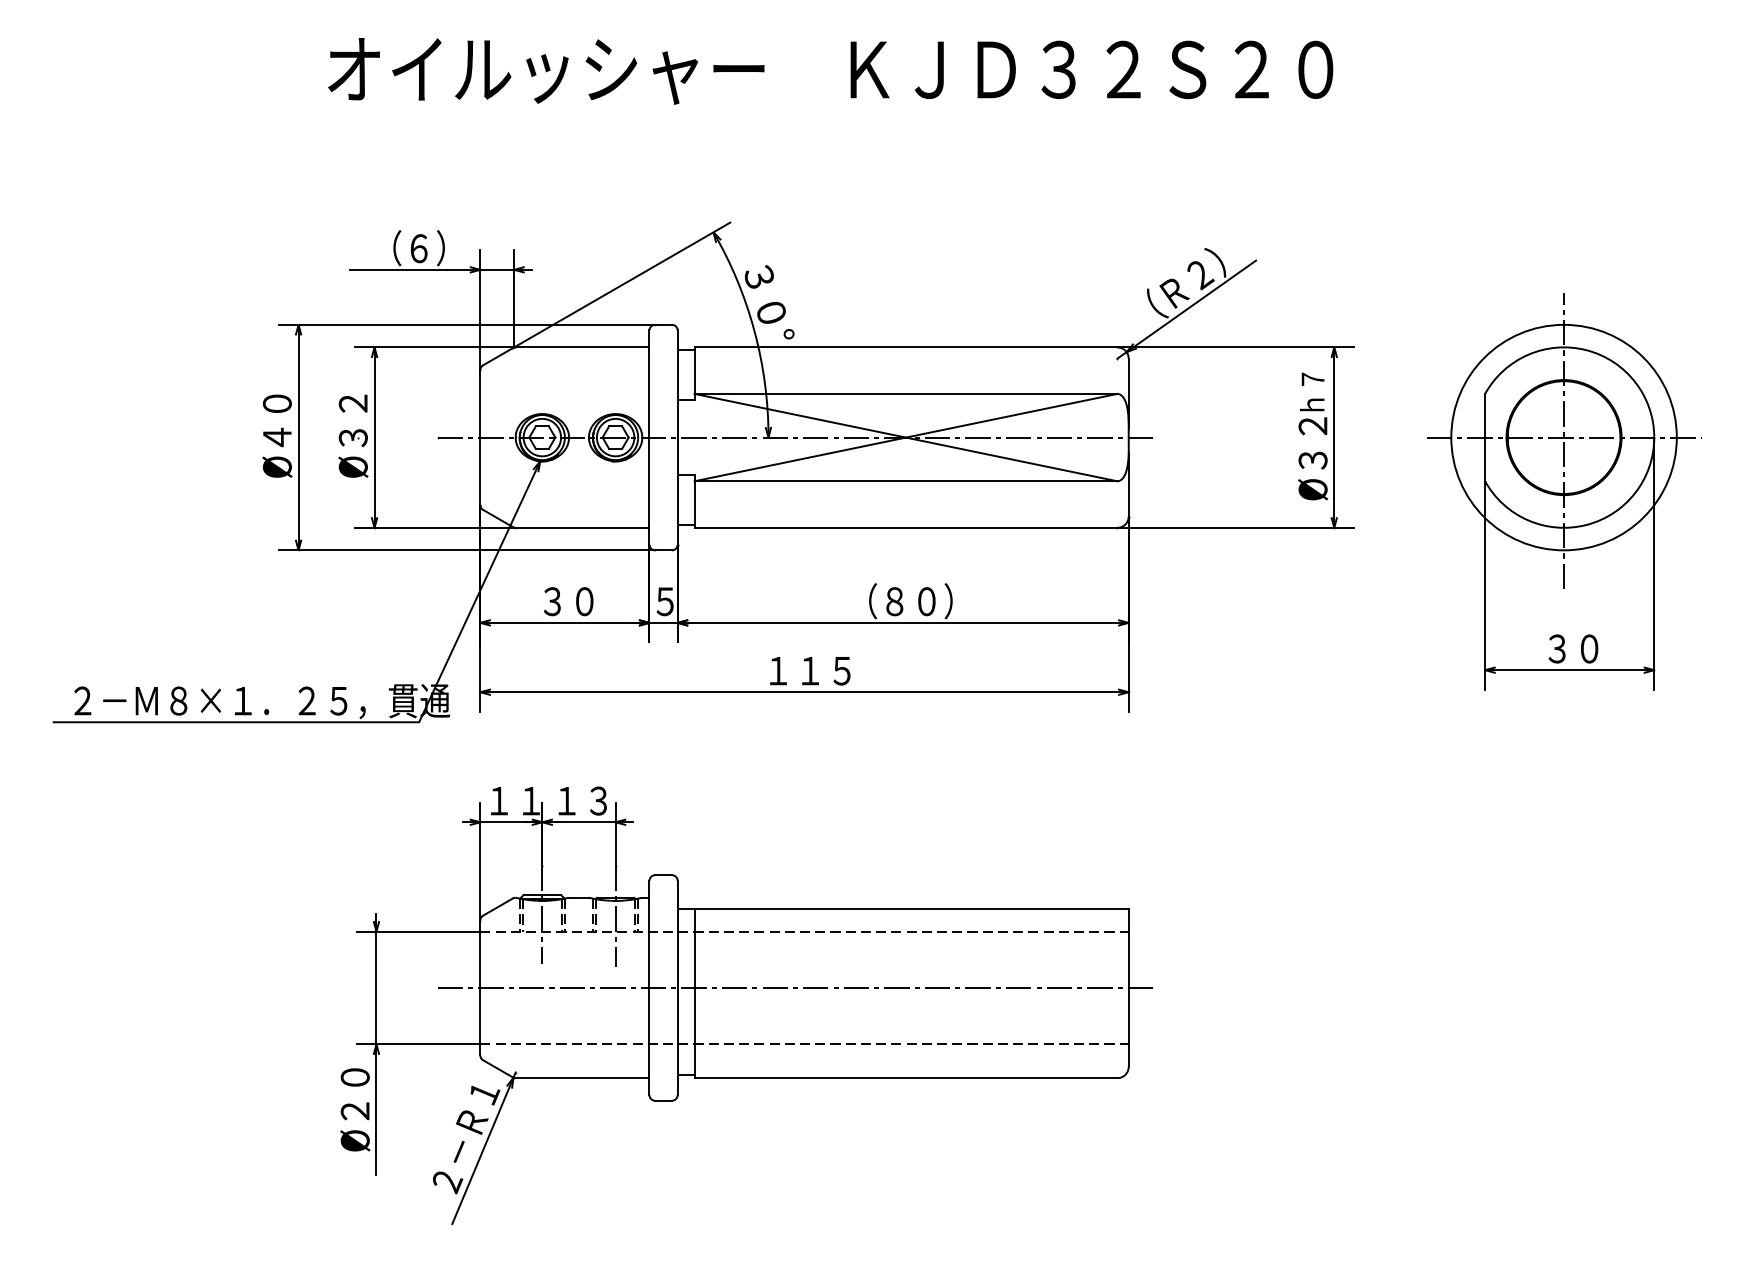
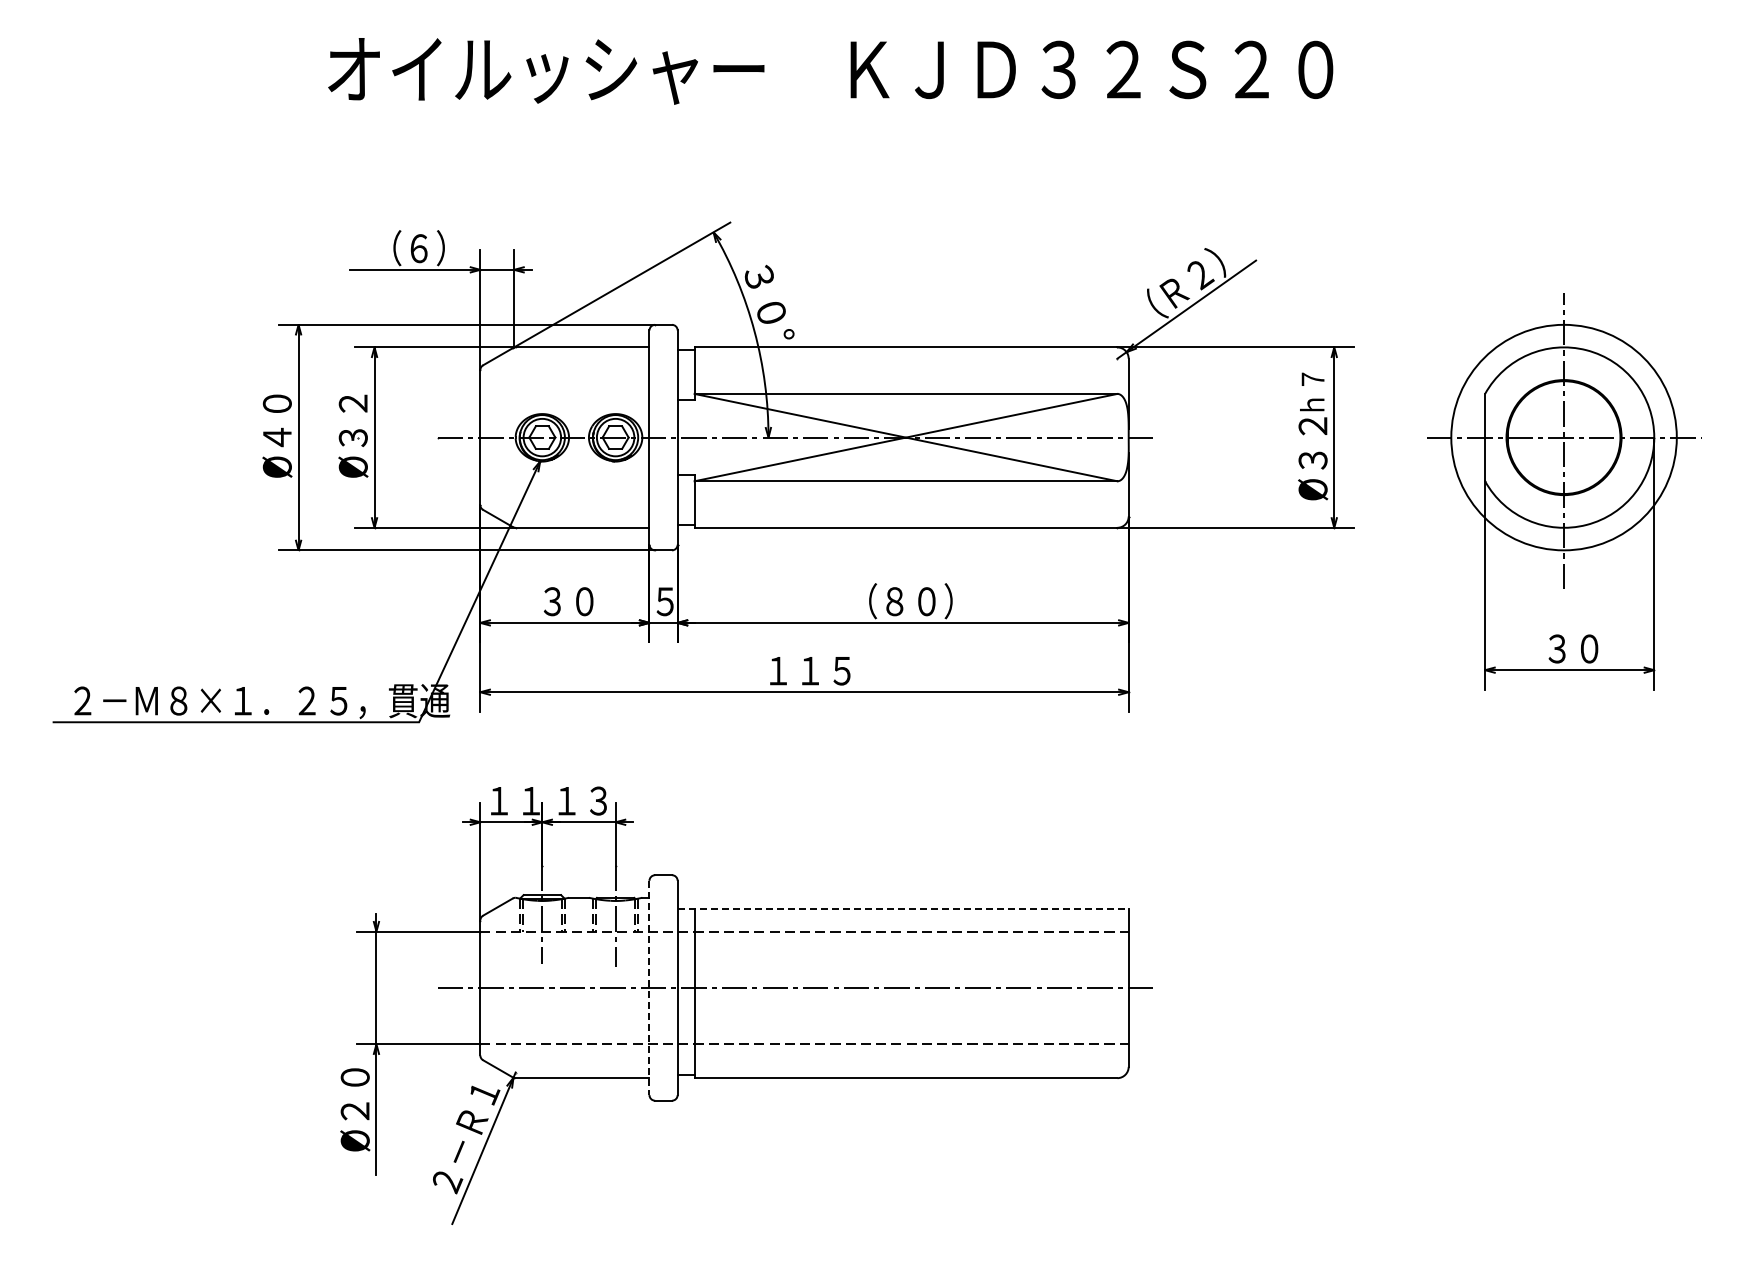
line at (903, 909): solid -> dashed
line at (649, 988): solid -> dashed
